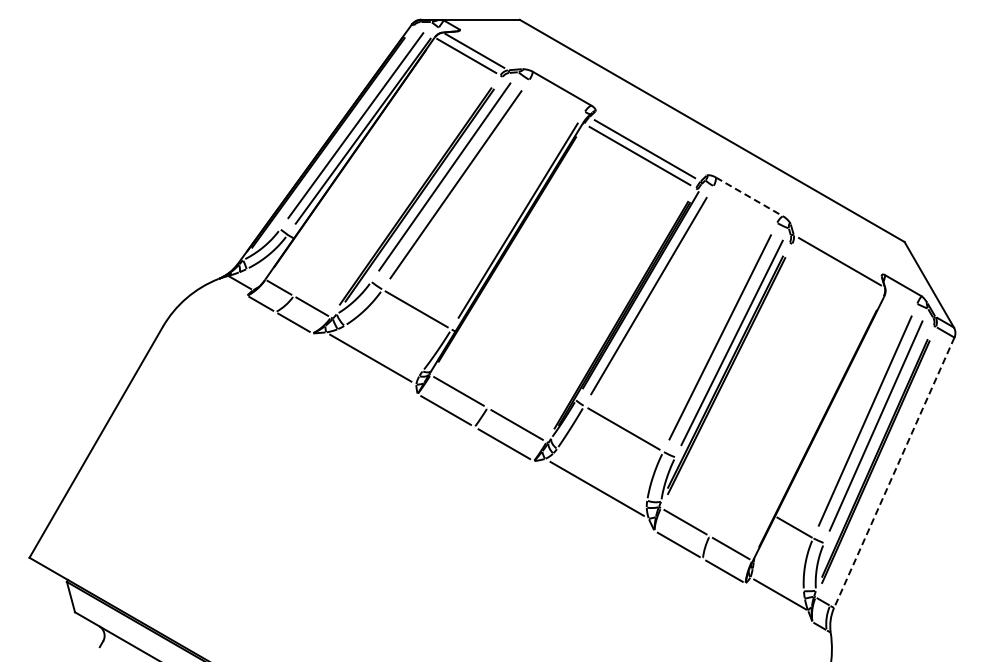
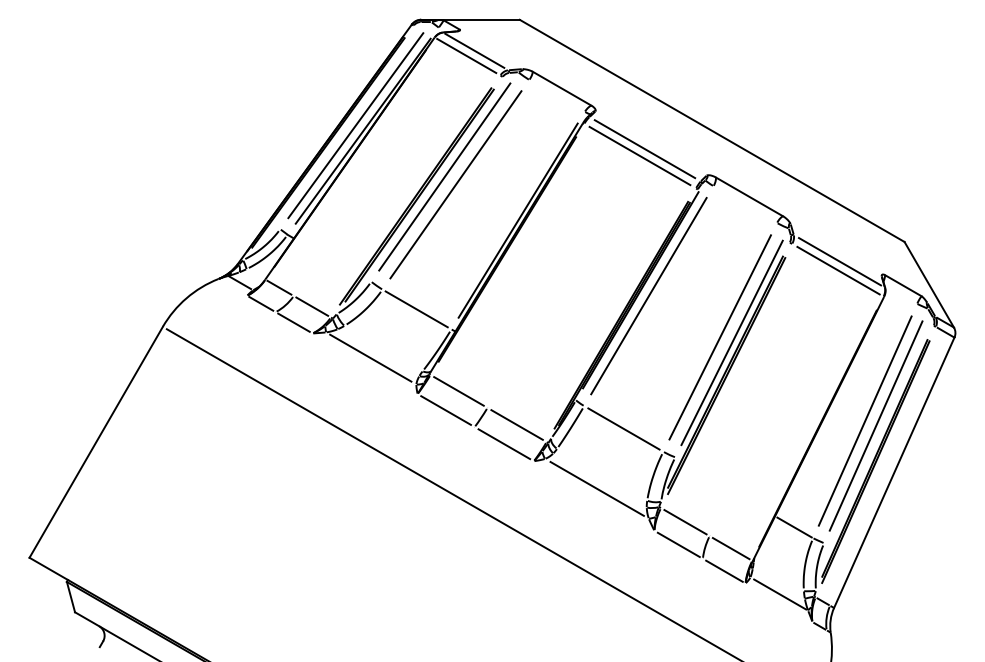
line at (749, 196): dashed -> solid
line at (838, 270): none -> present
line at (894, 472): dashed -> solid
line at (451, 493): none -> present
